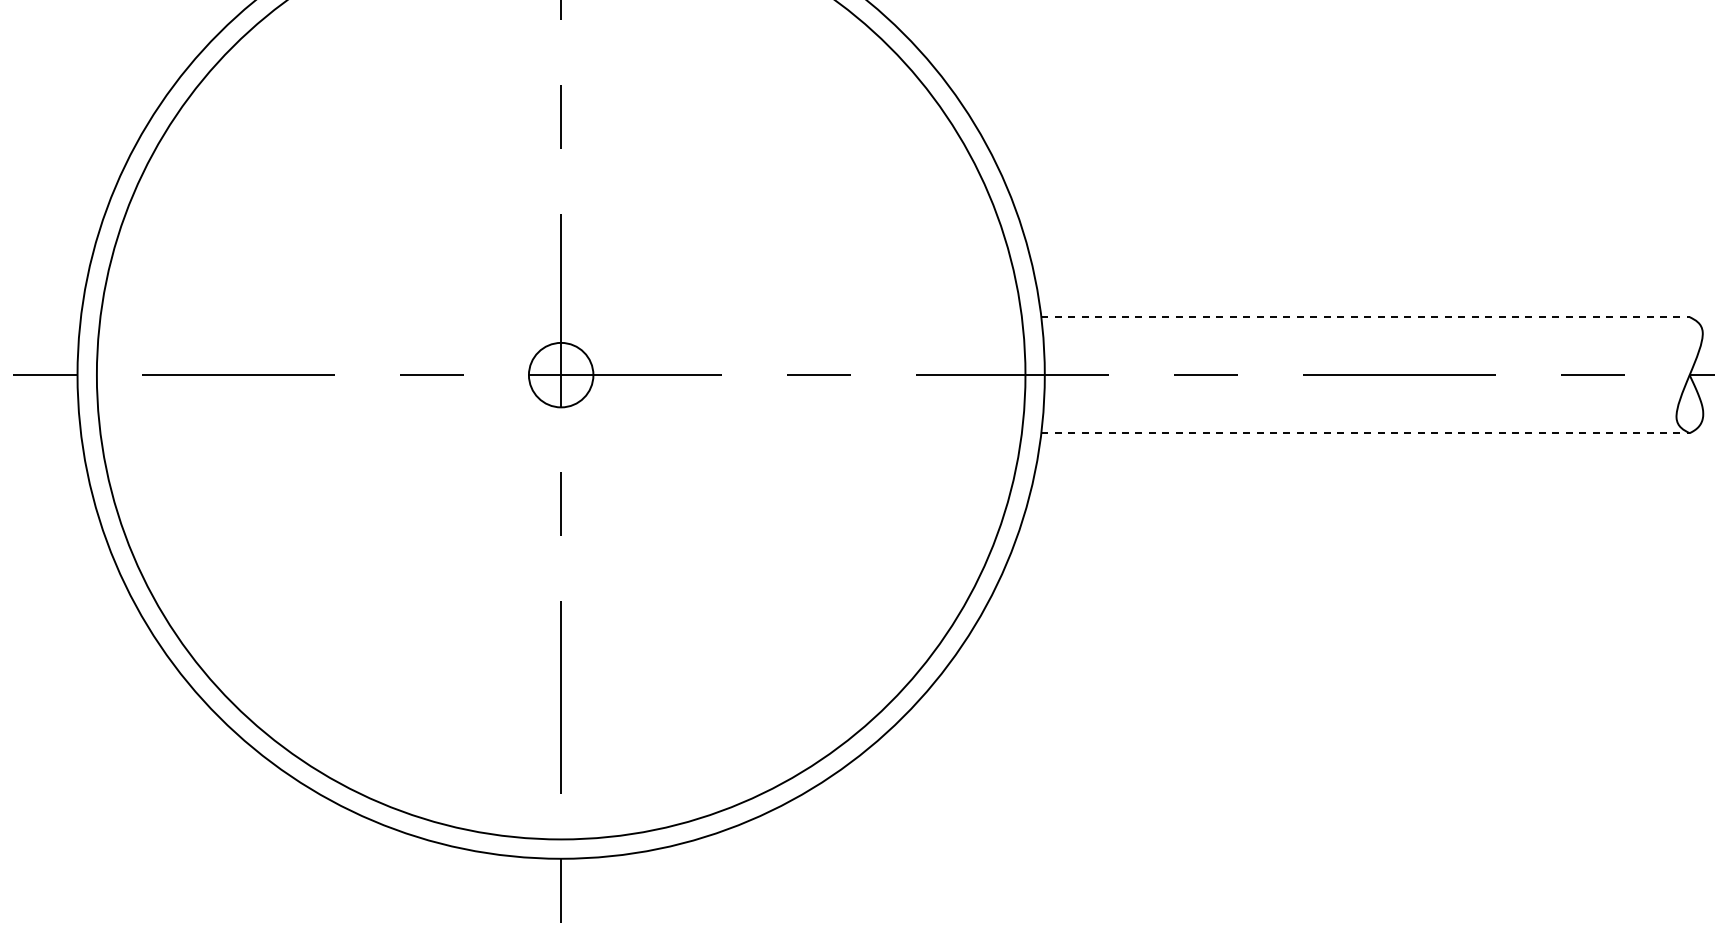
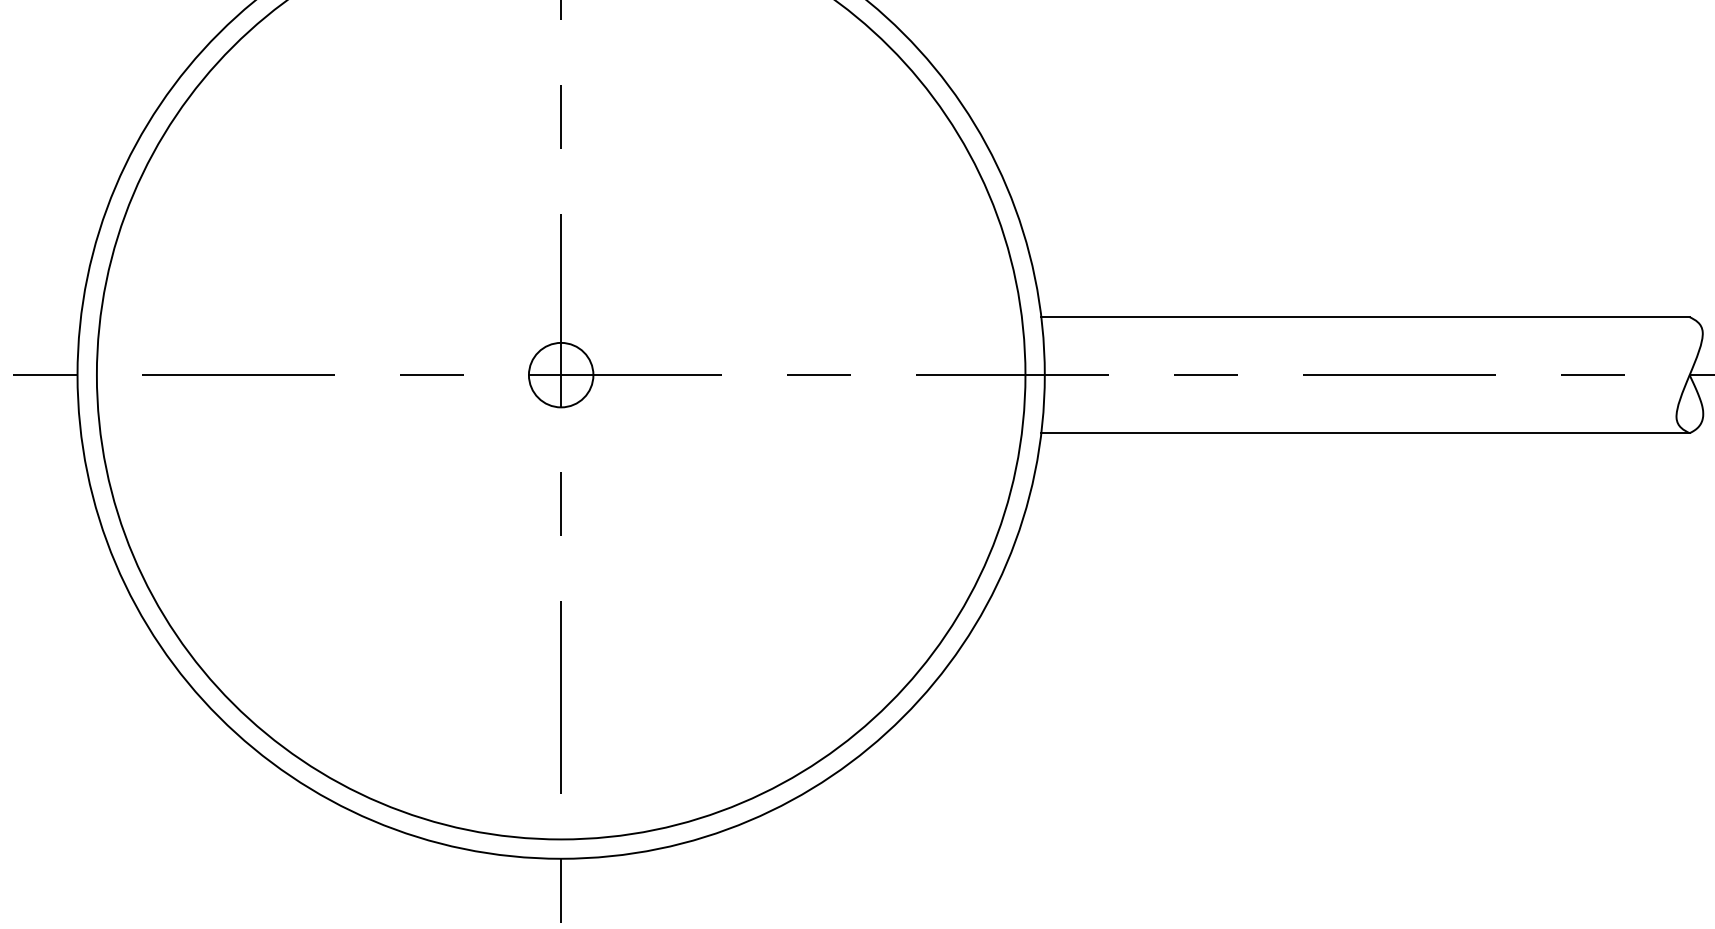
line at (1365, 317): dashed -> solid
line at (1365, 433): dashed -> solid
